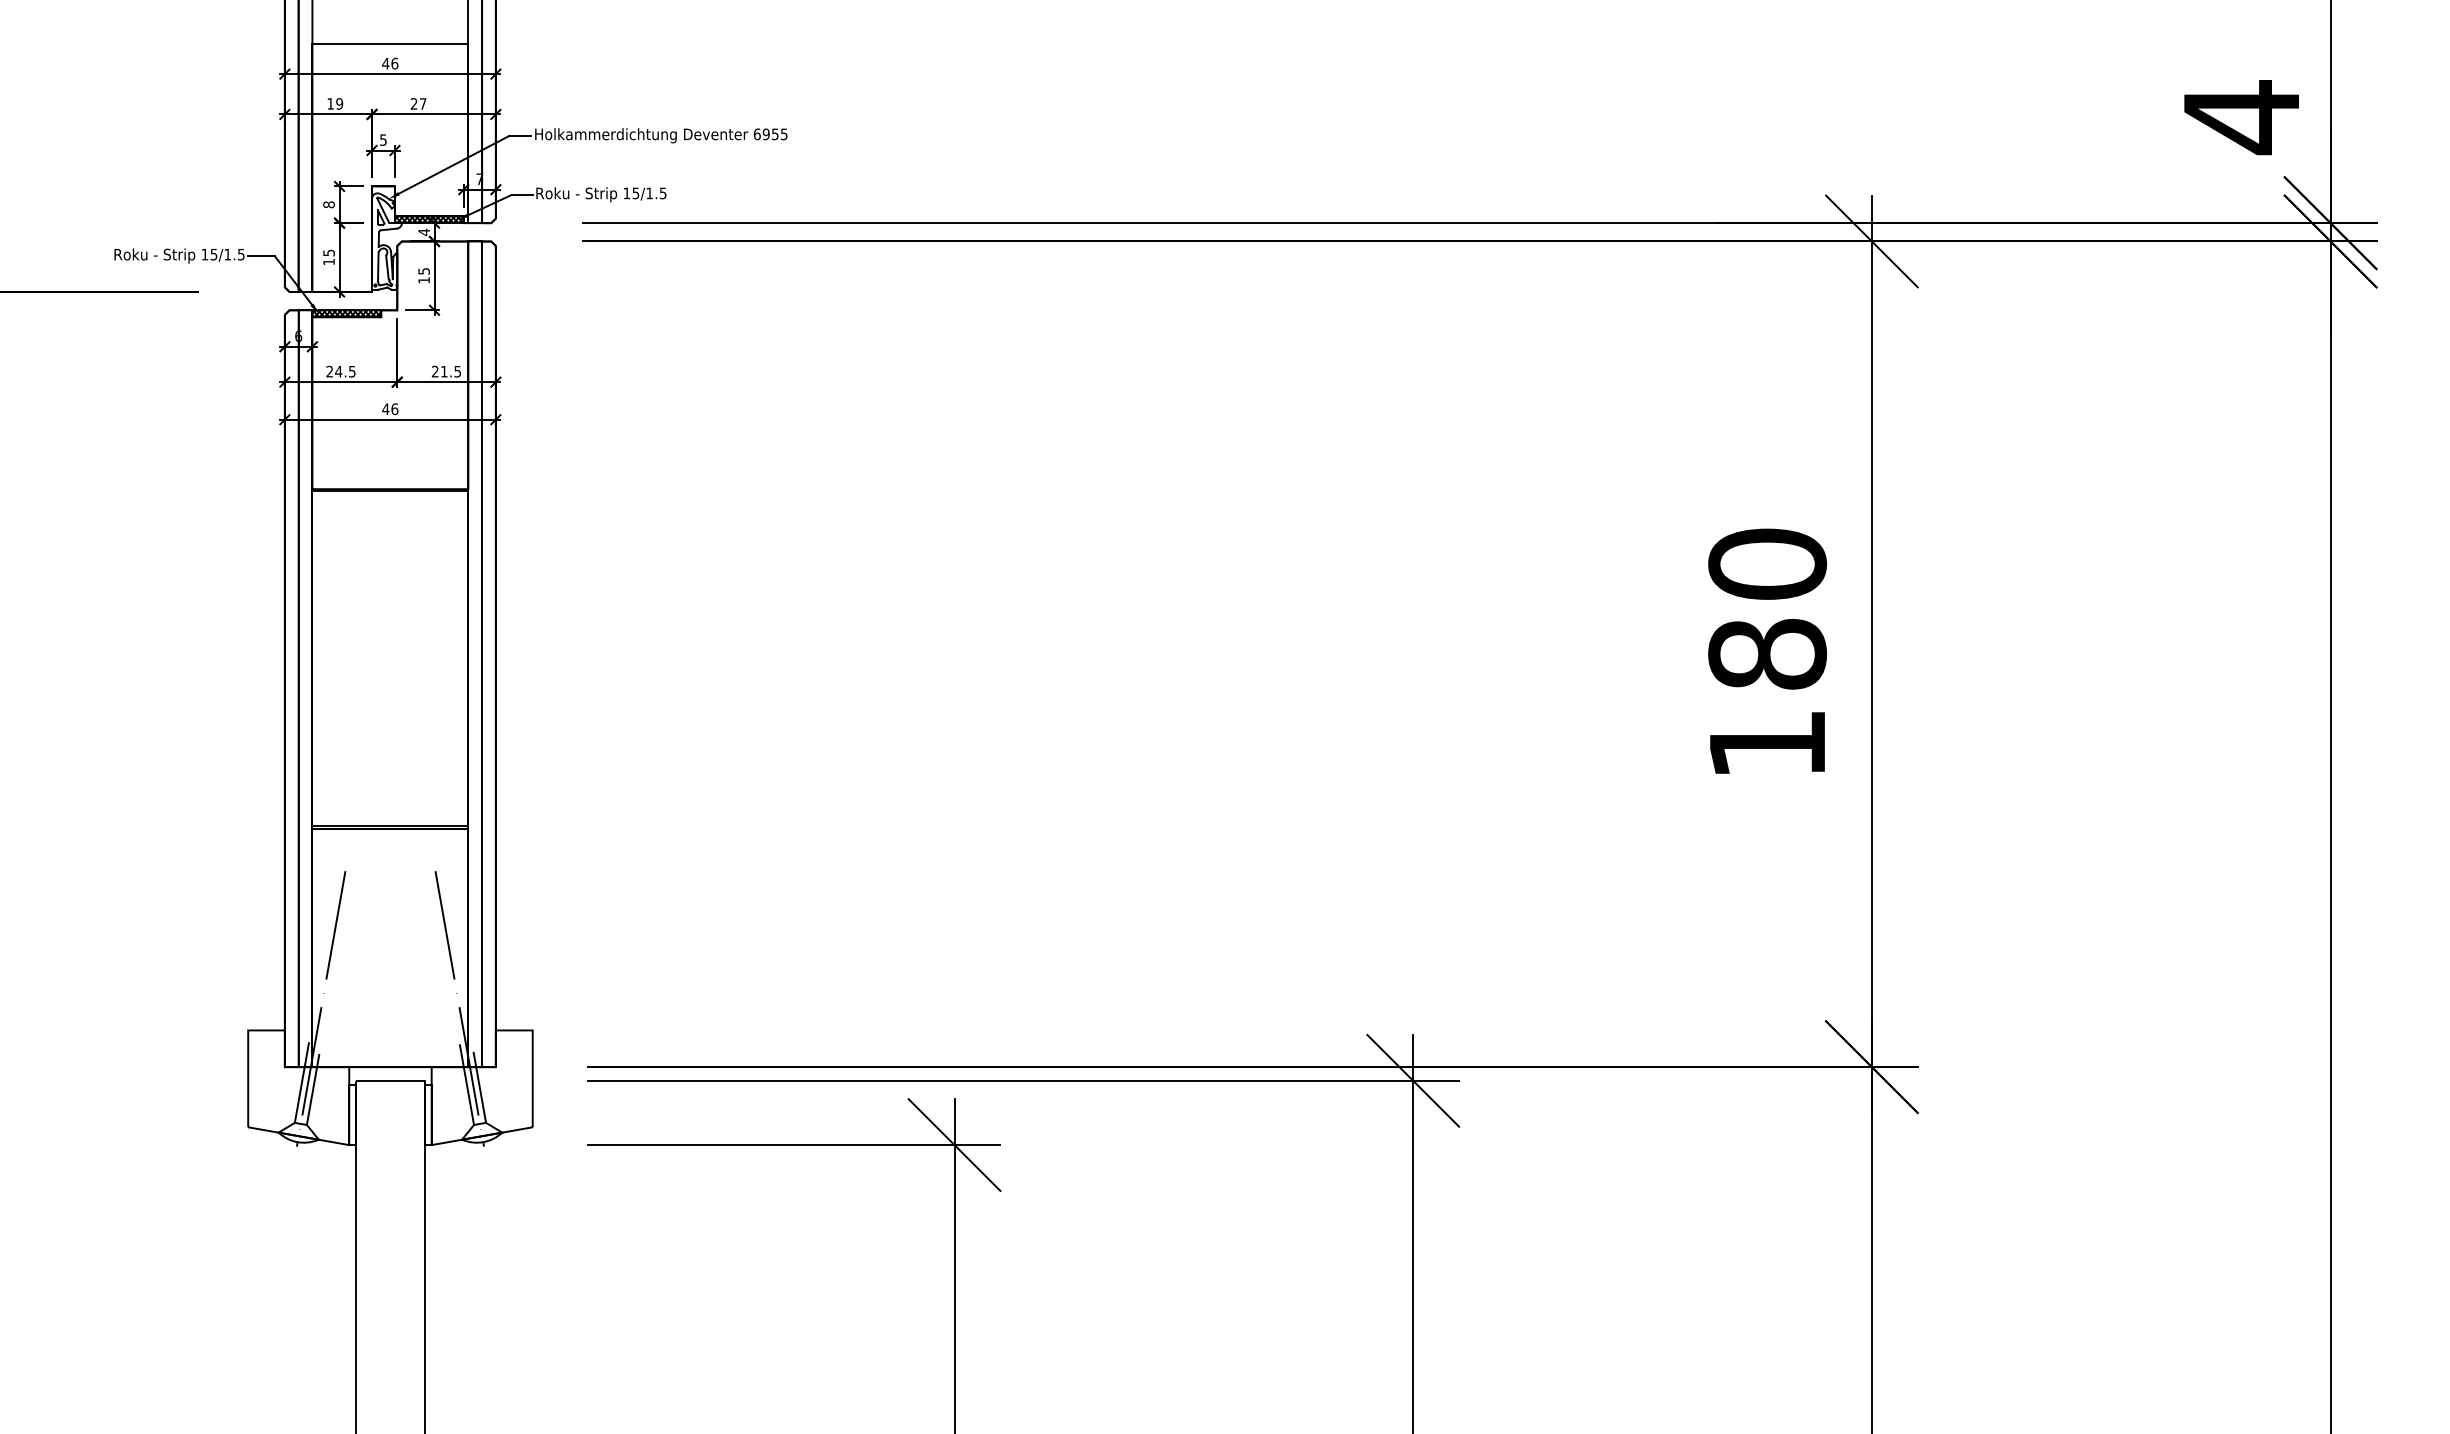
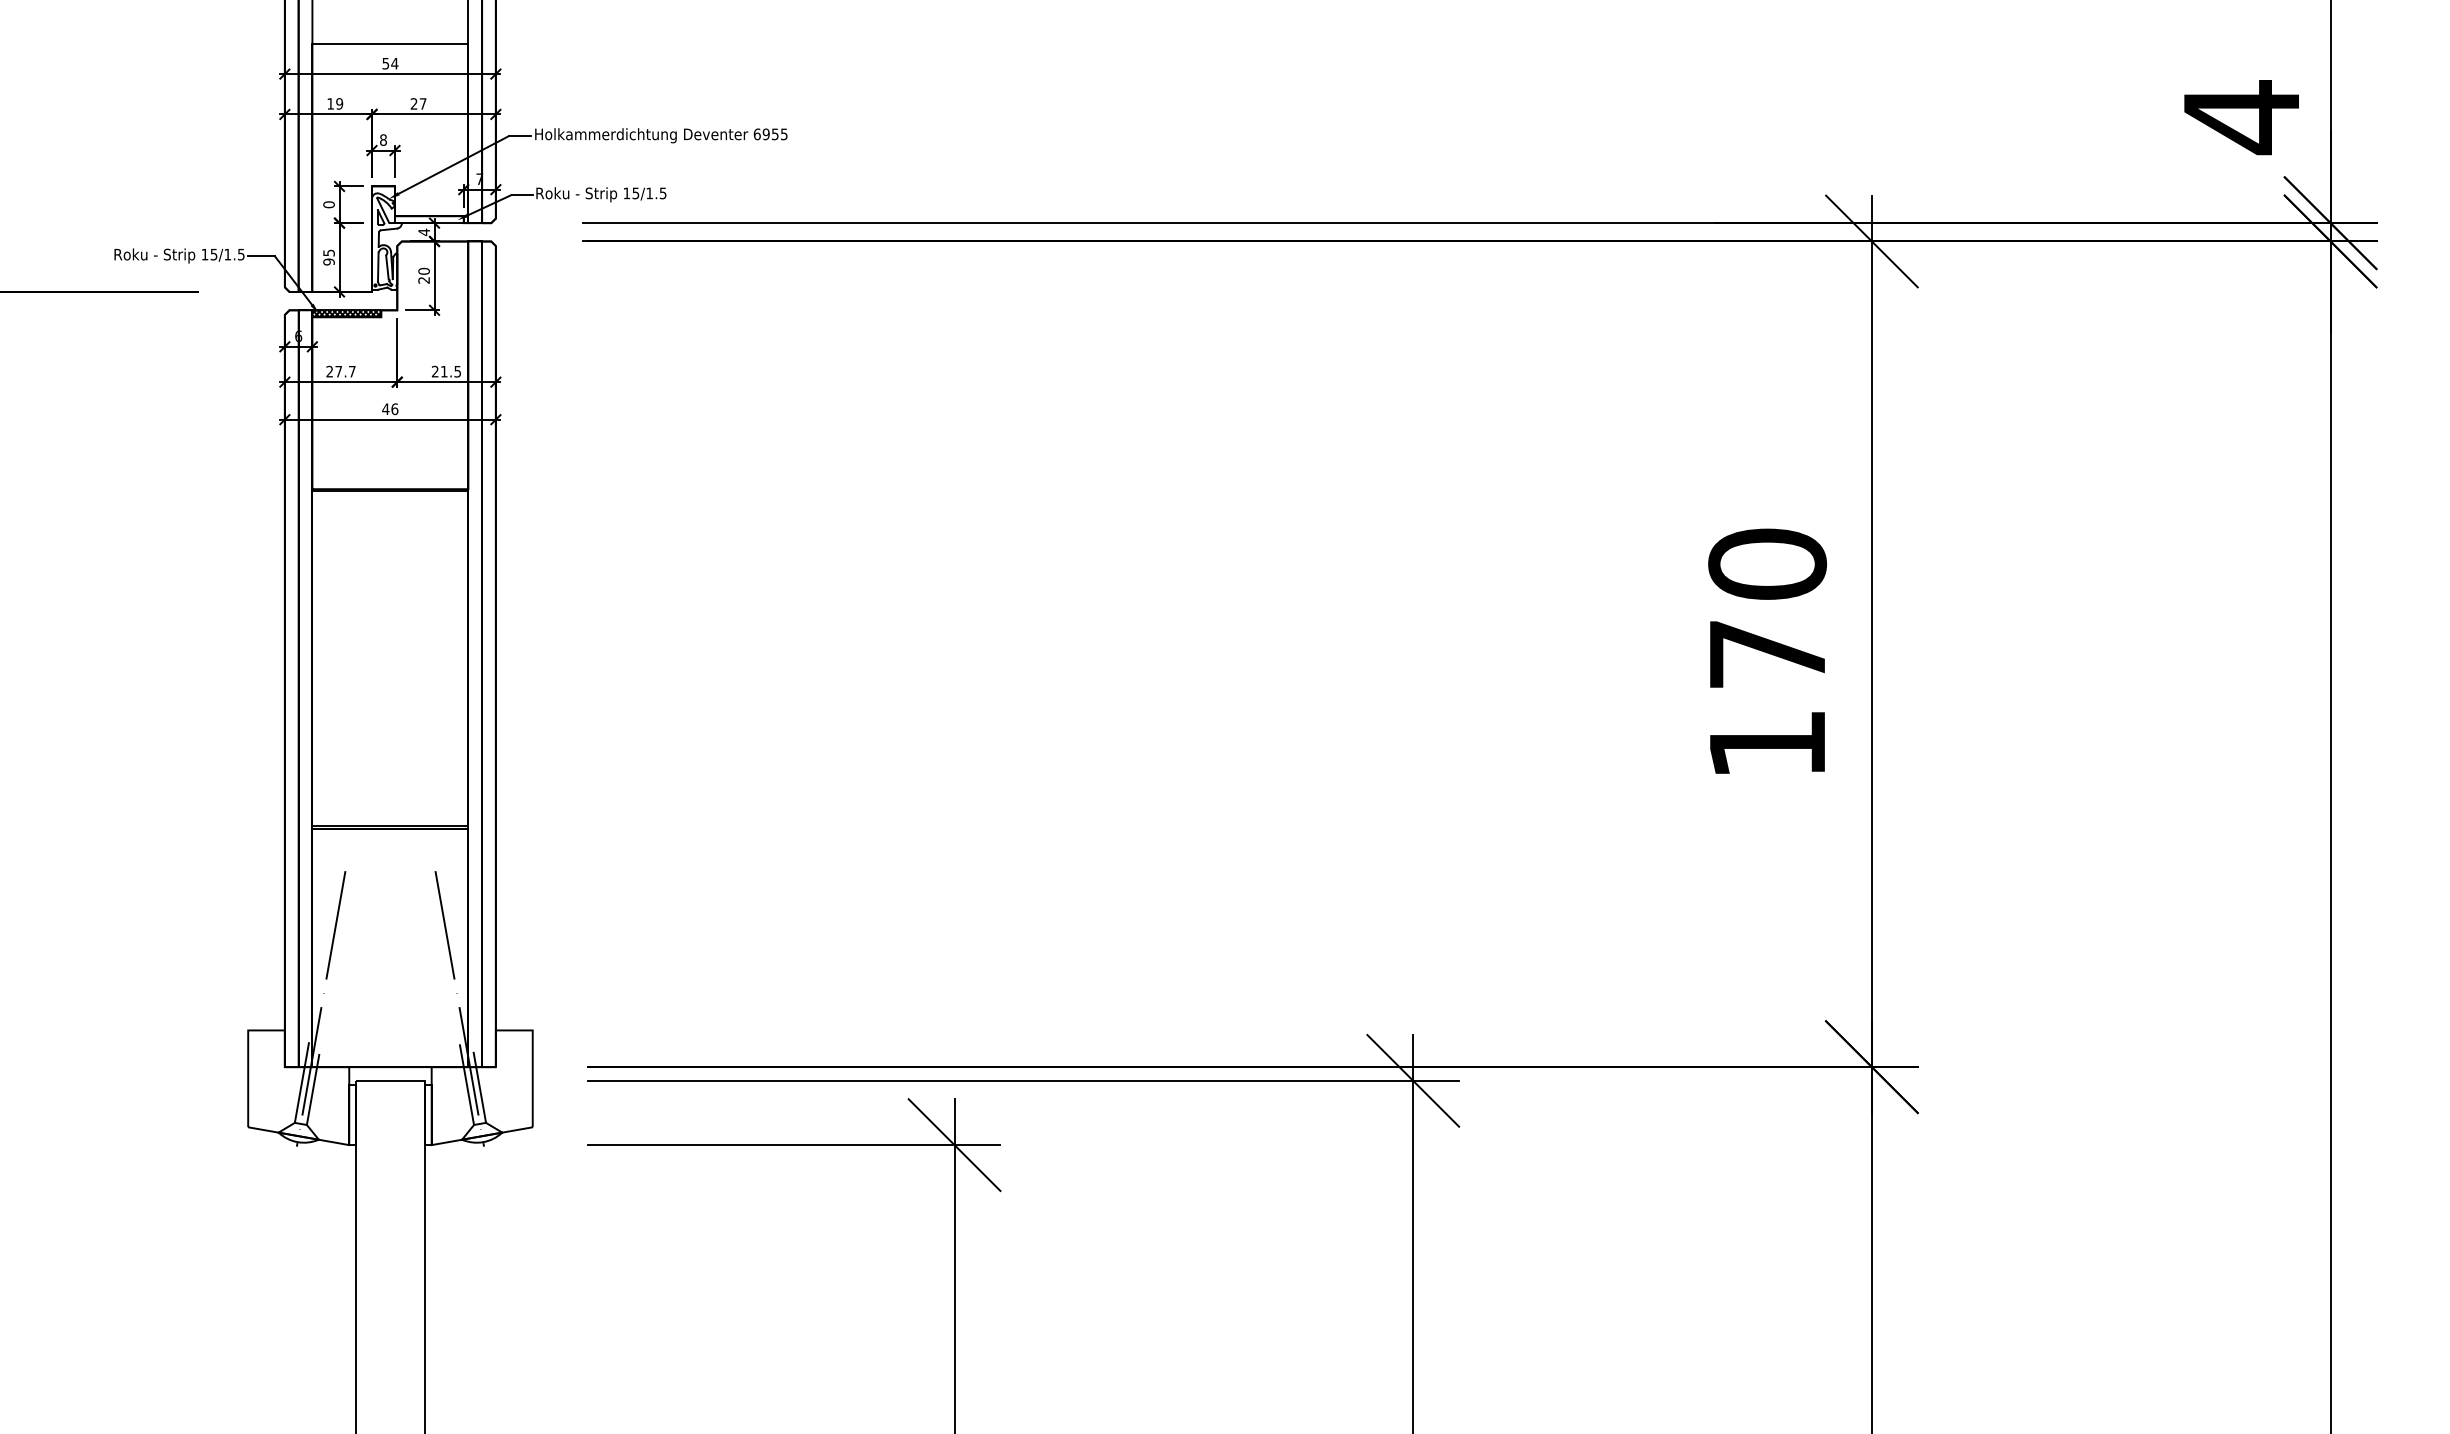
text at (390, 63): 46 -> 54
text at (383, 139): 5 -> 8
text at (328, 204): 8 -> 0
hatch at (428, 219): present -> none
text at (328, 261): 15 -> 95
text at (423, 275): 15 -> 20
text at (345, 371): 24.5 -> 27.7
text at (1767, 654): 180 -> 170
